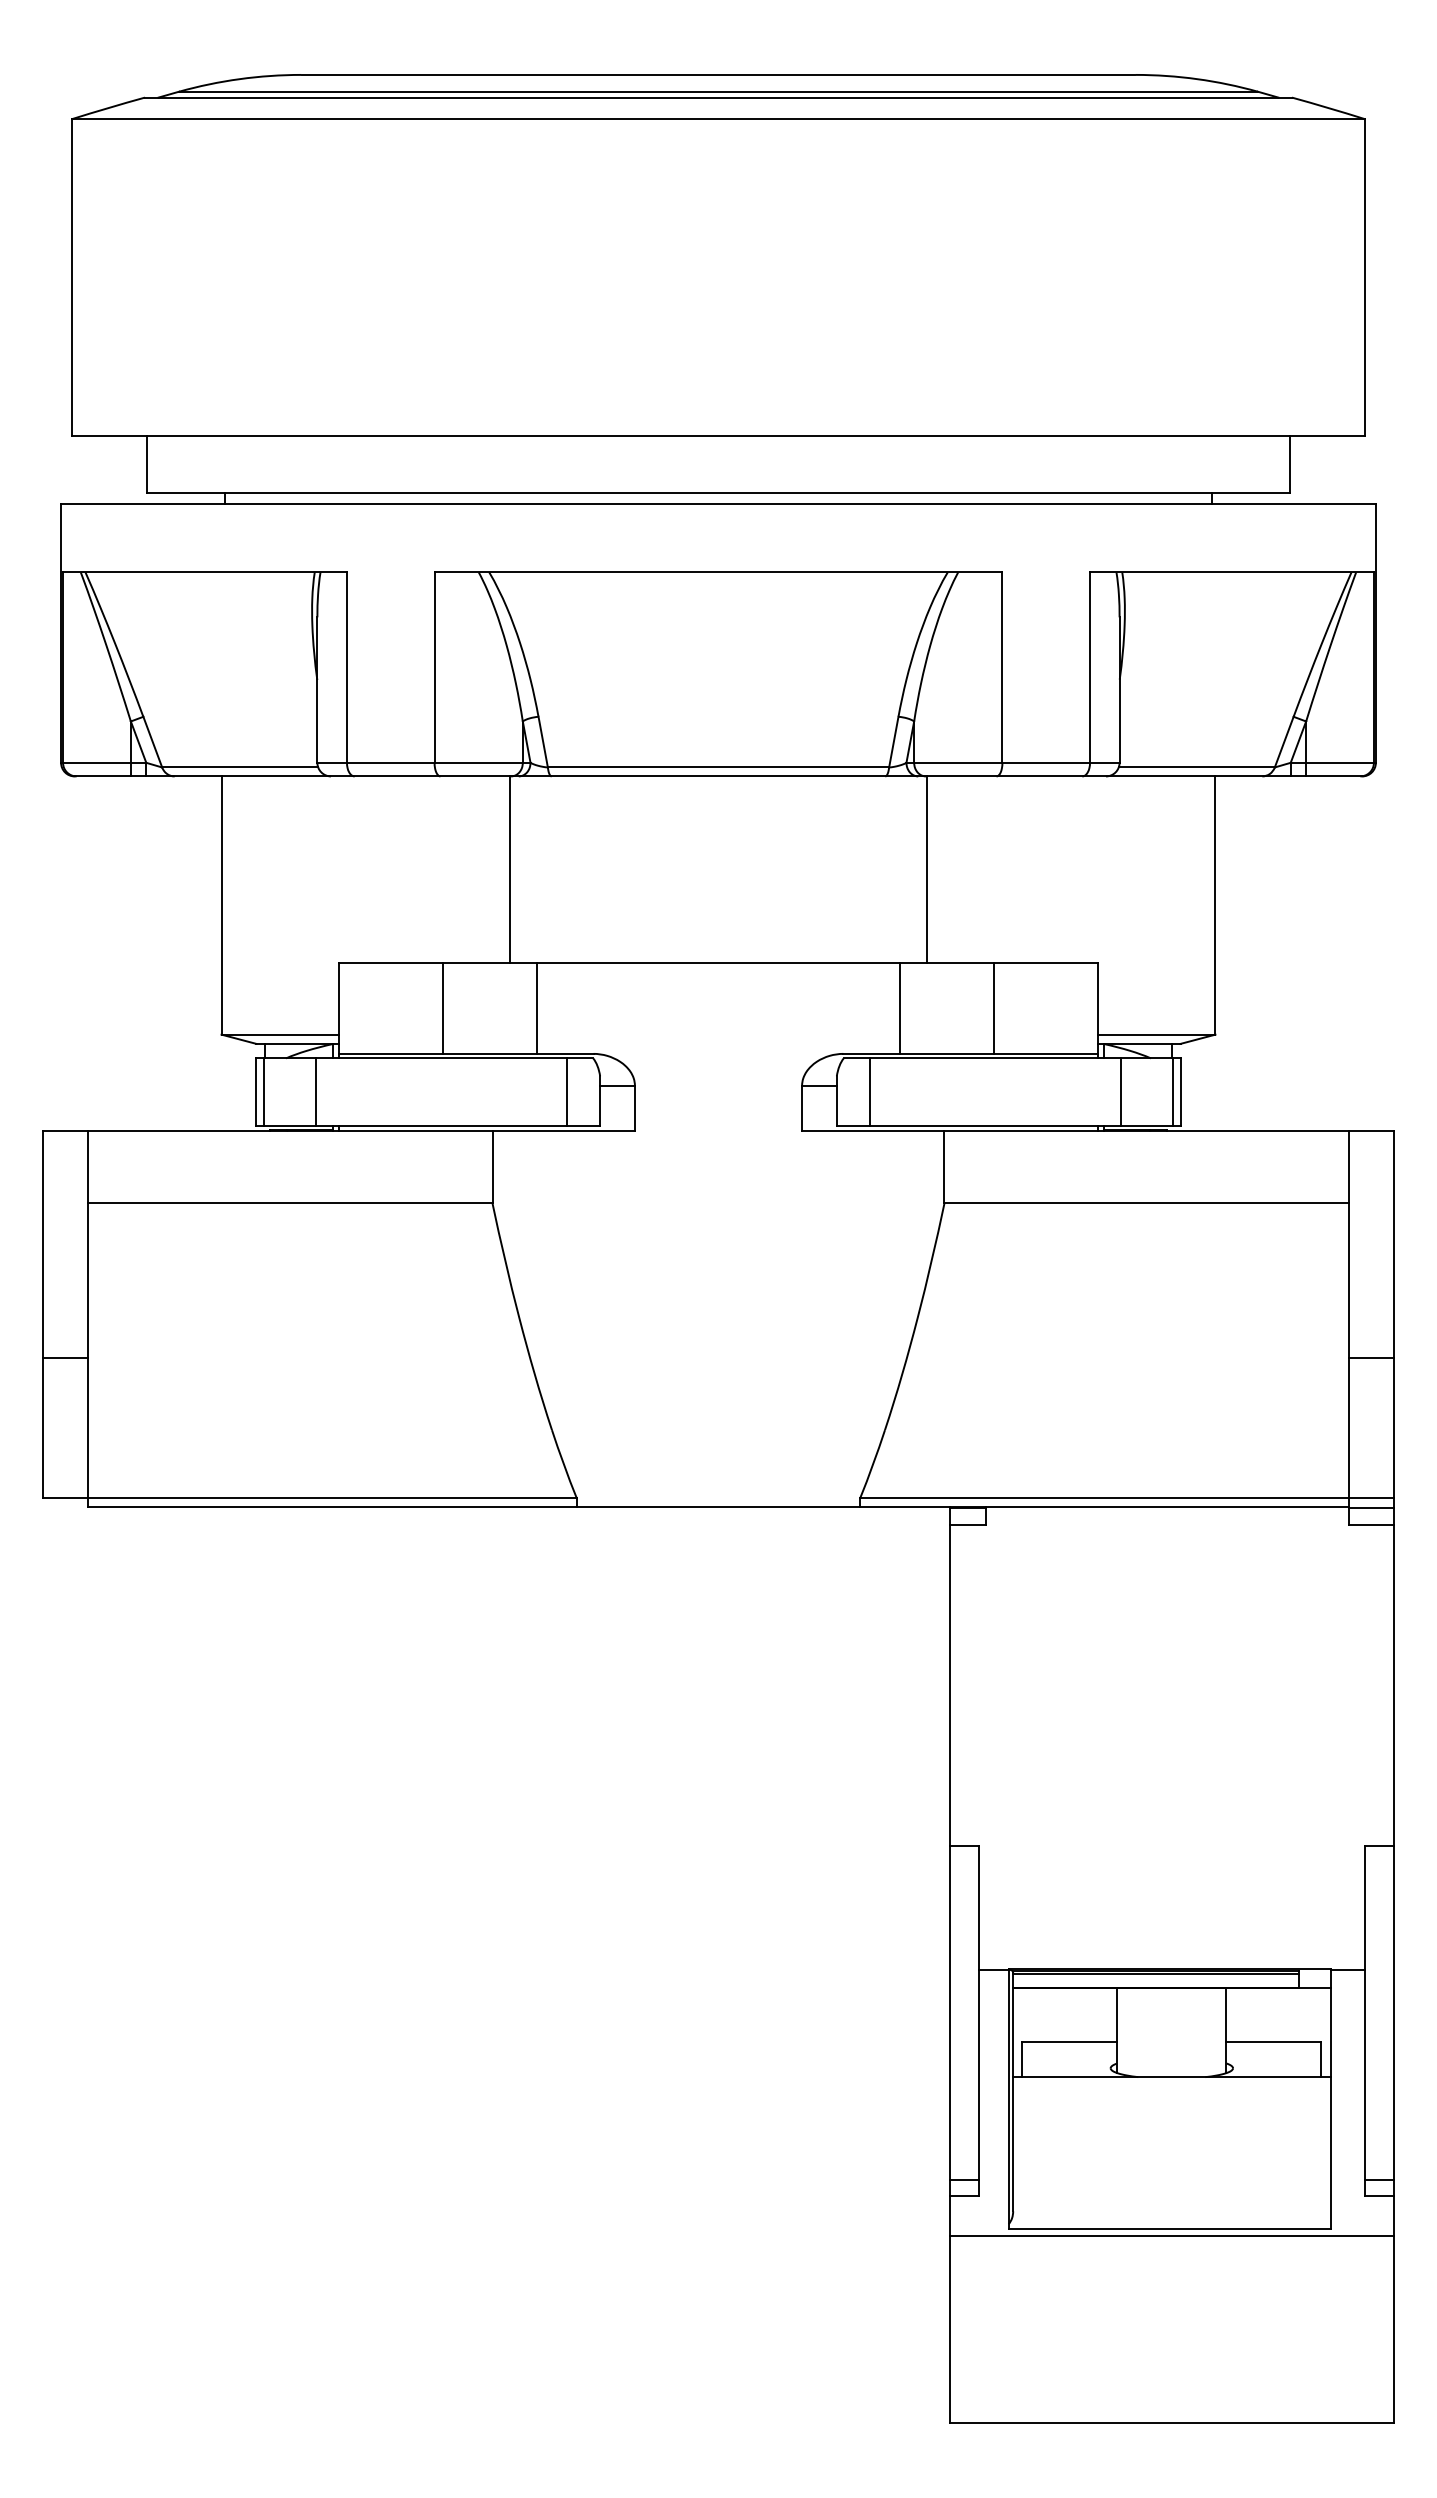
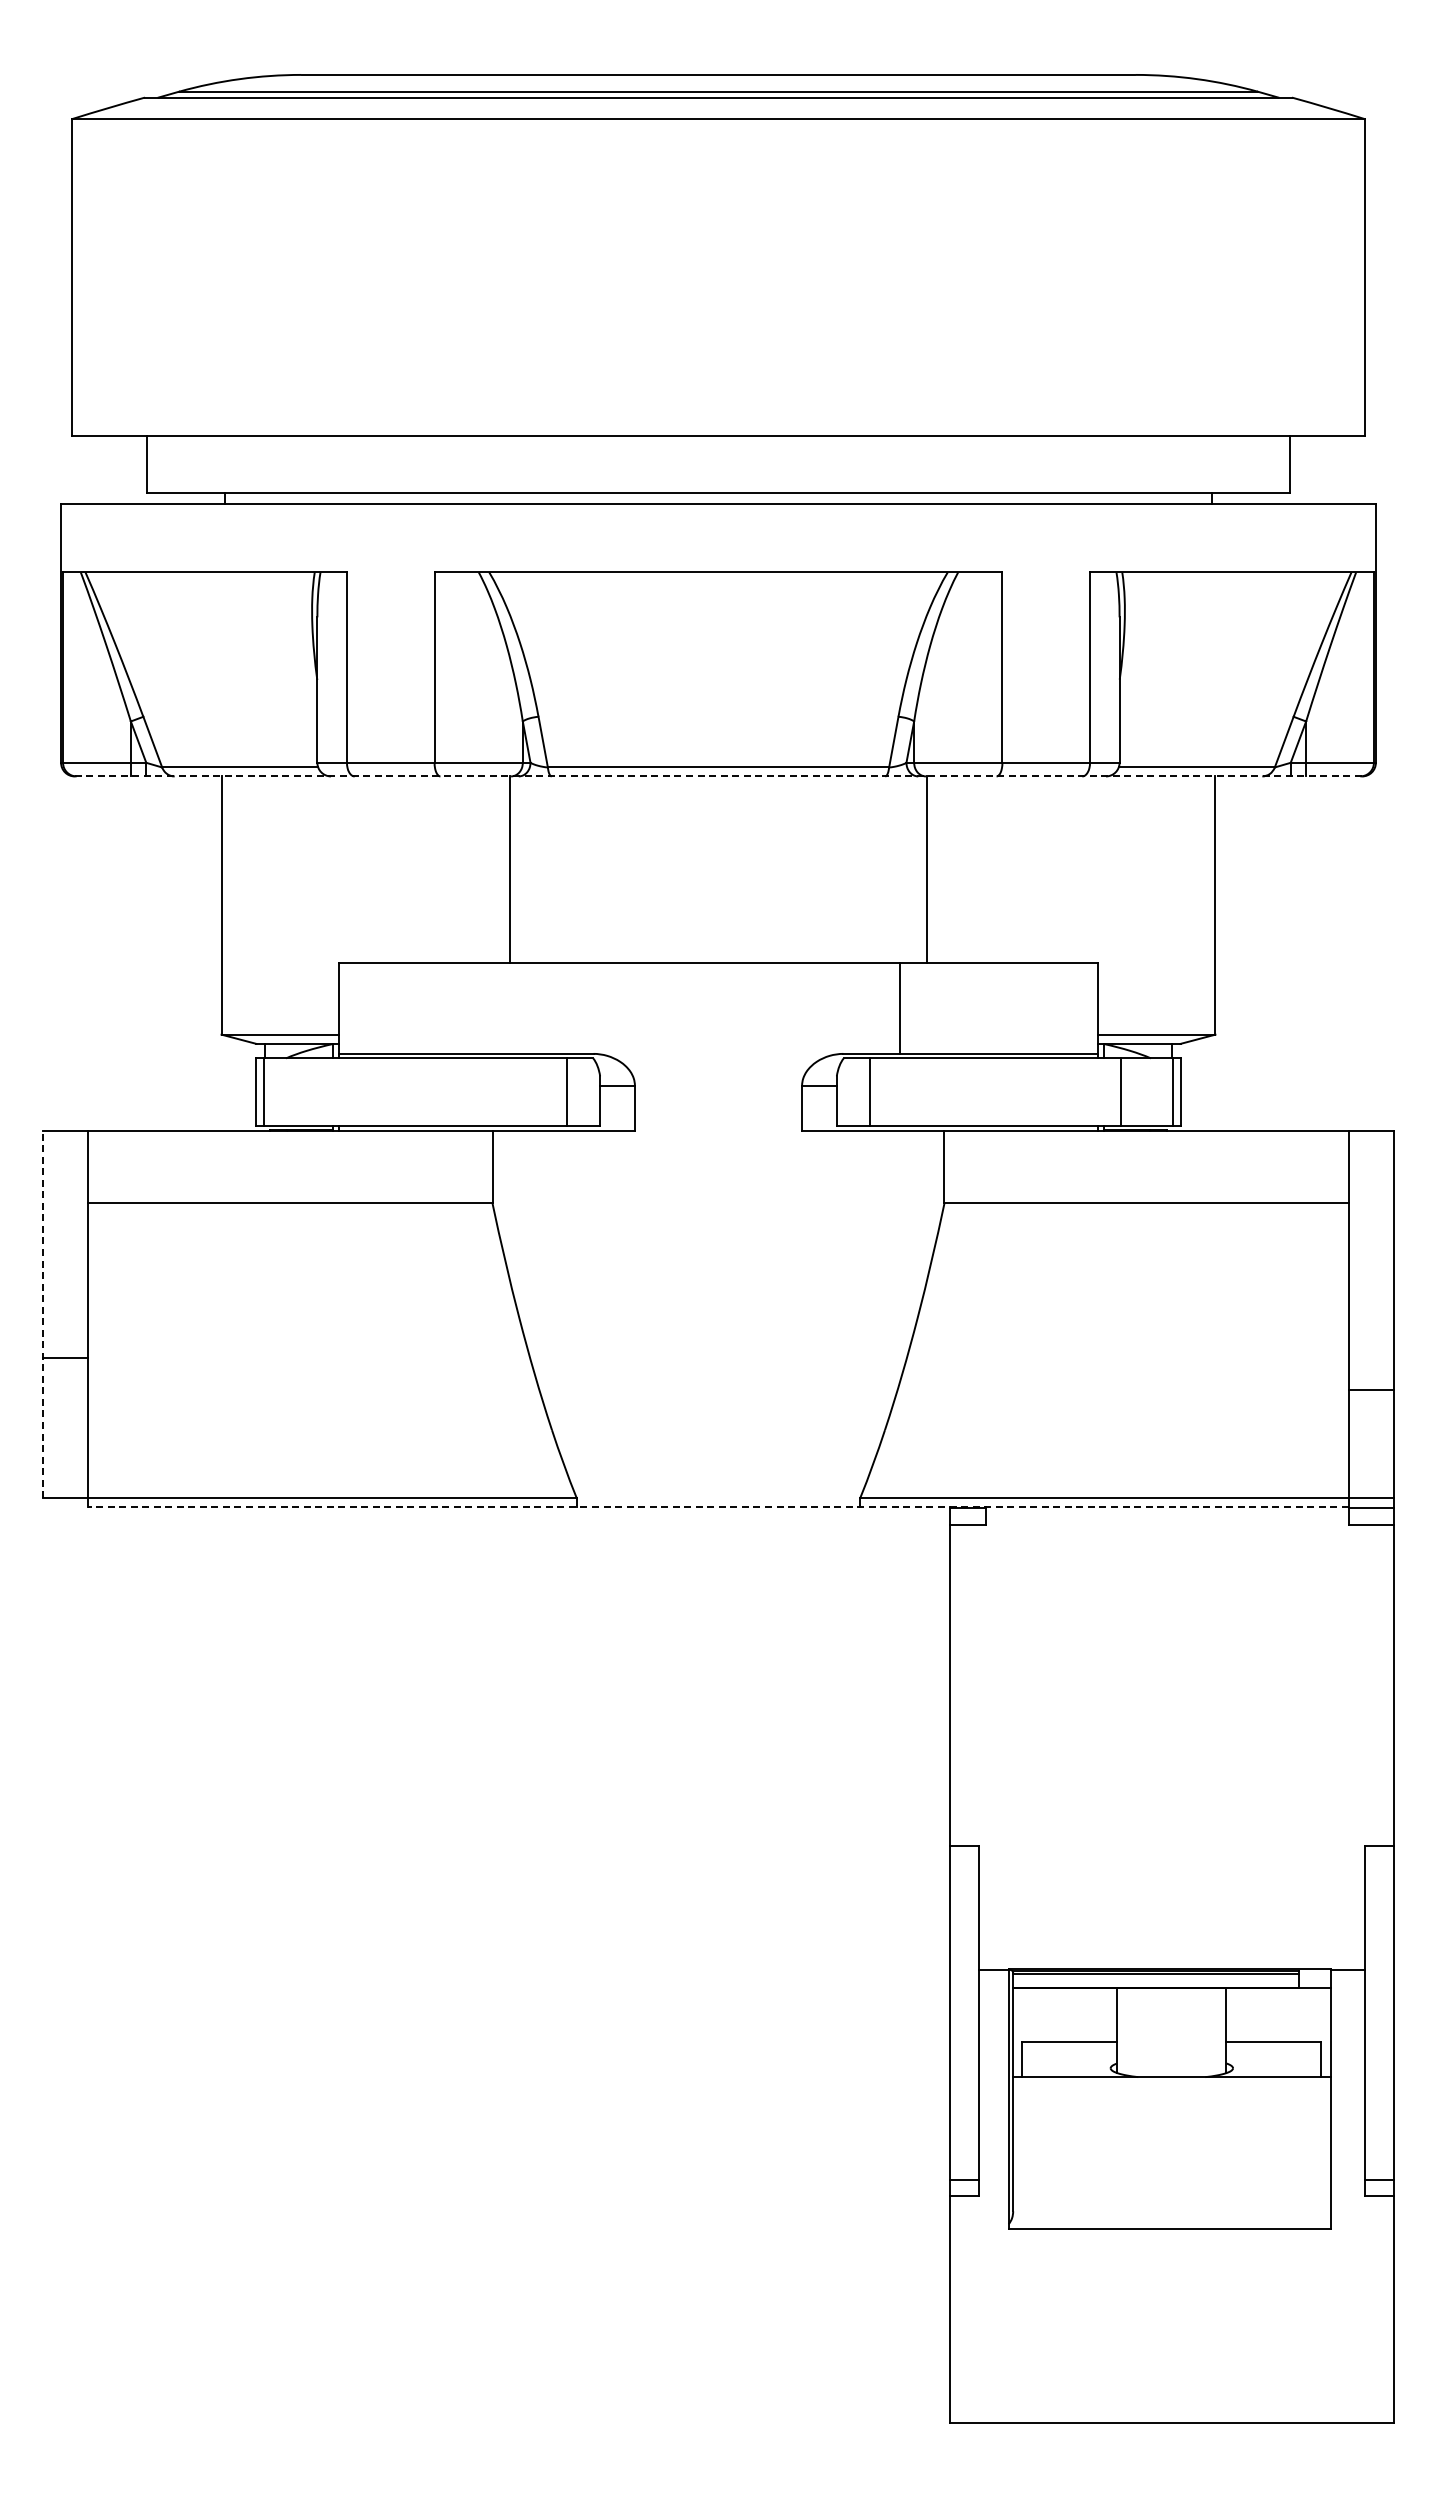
line at (718, 776): solid -> dashed
line at (443, 1008): present -> none
line at (537, 1008): present -> none
line at (993, 1008): present -> none
line at (315, 1092): present -> none
line at (42, 1314): solid -> dashed
line at (1371, 1357) position: (1371, 1357) -> (1371, 1389)
line at (717, 1507): solid -> dashed
line at (1171, 2236): present -> none
